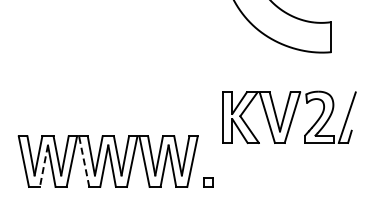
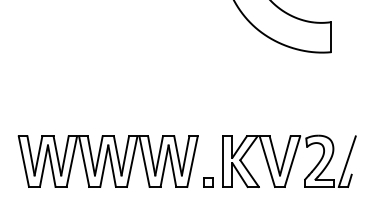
part at (289, 116) position: (289, 116) -> (289, 160)
line at (84, 161): dashed -> solid
line at (43, 166): dashed -> solid
